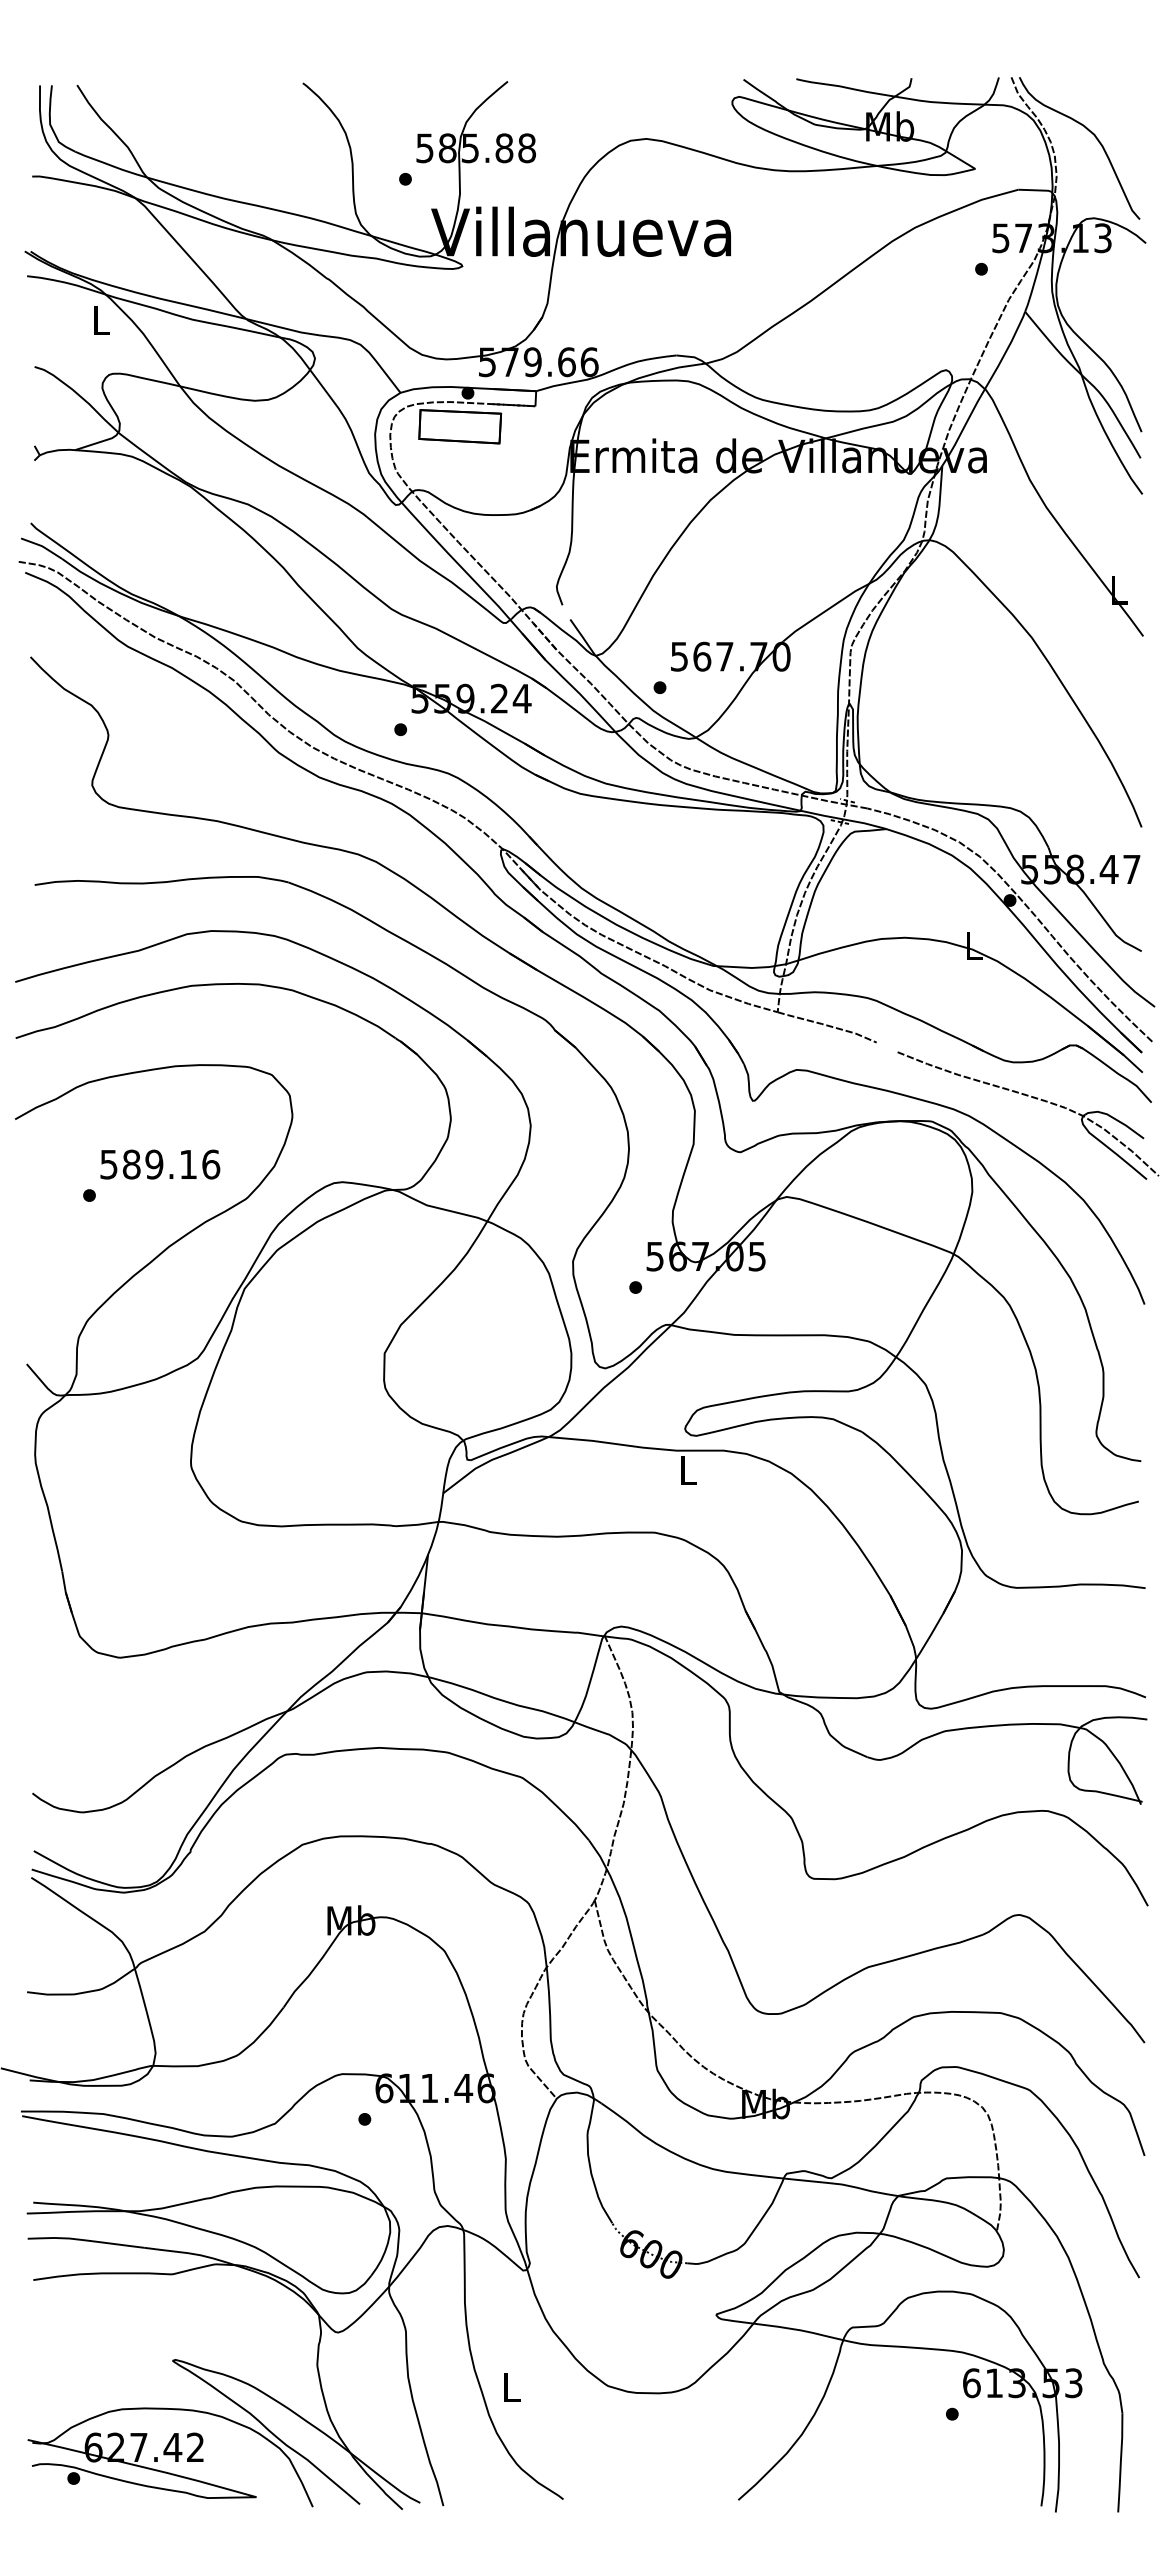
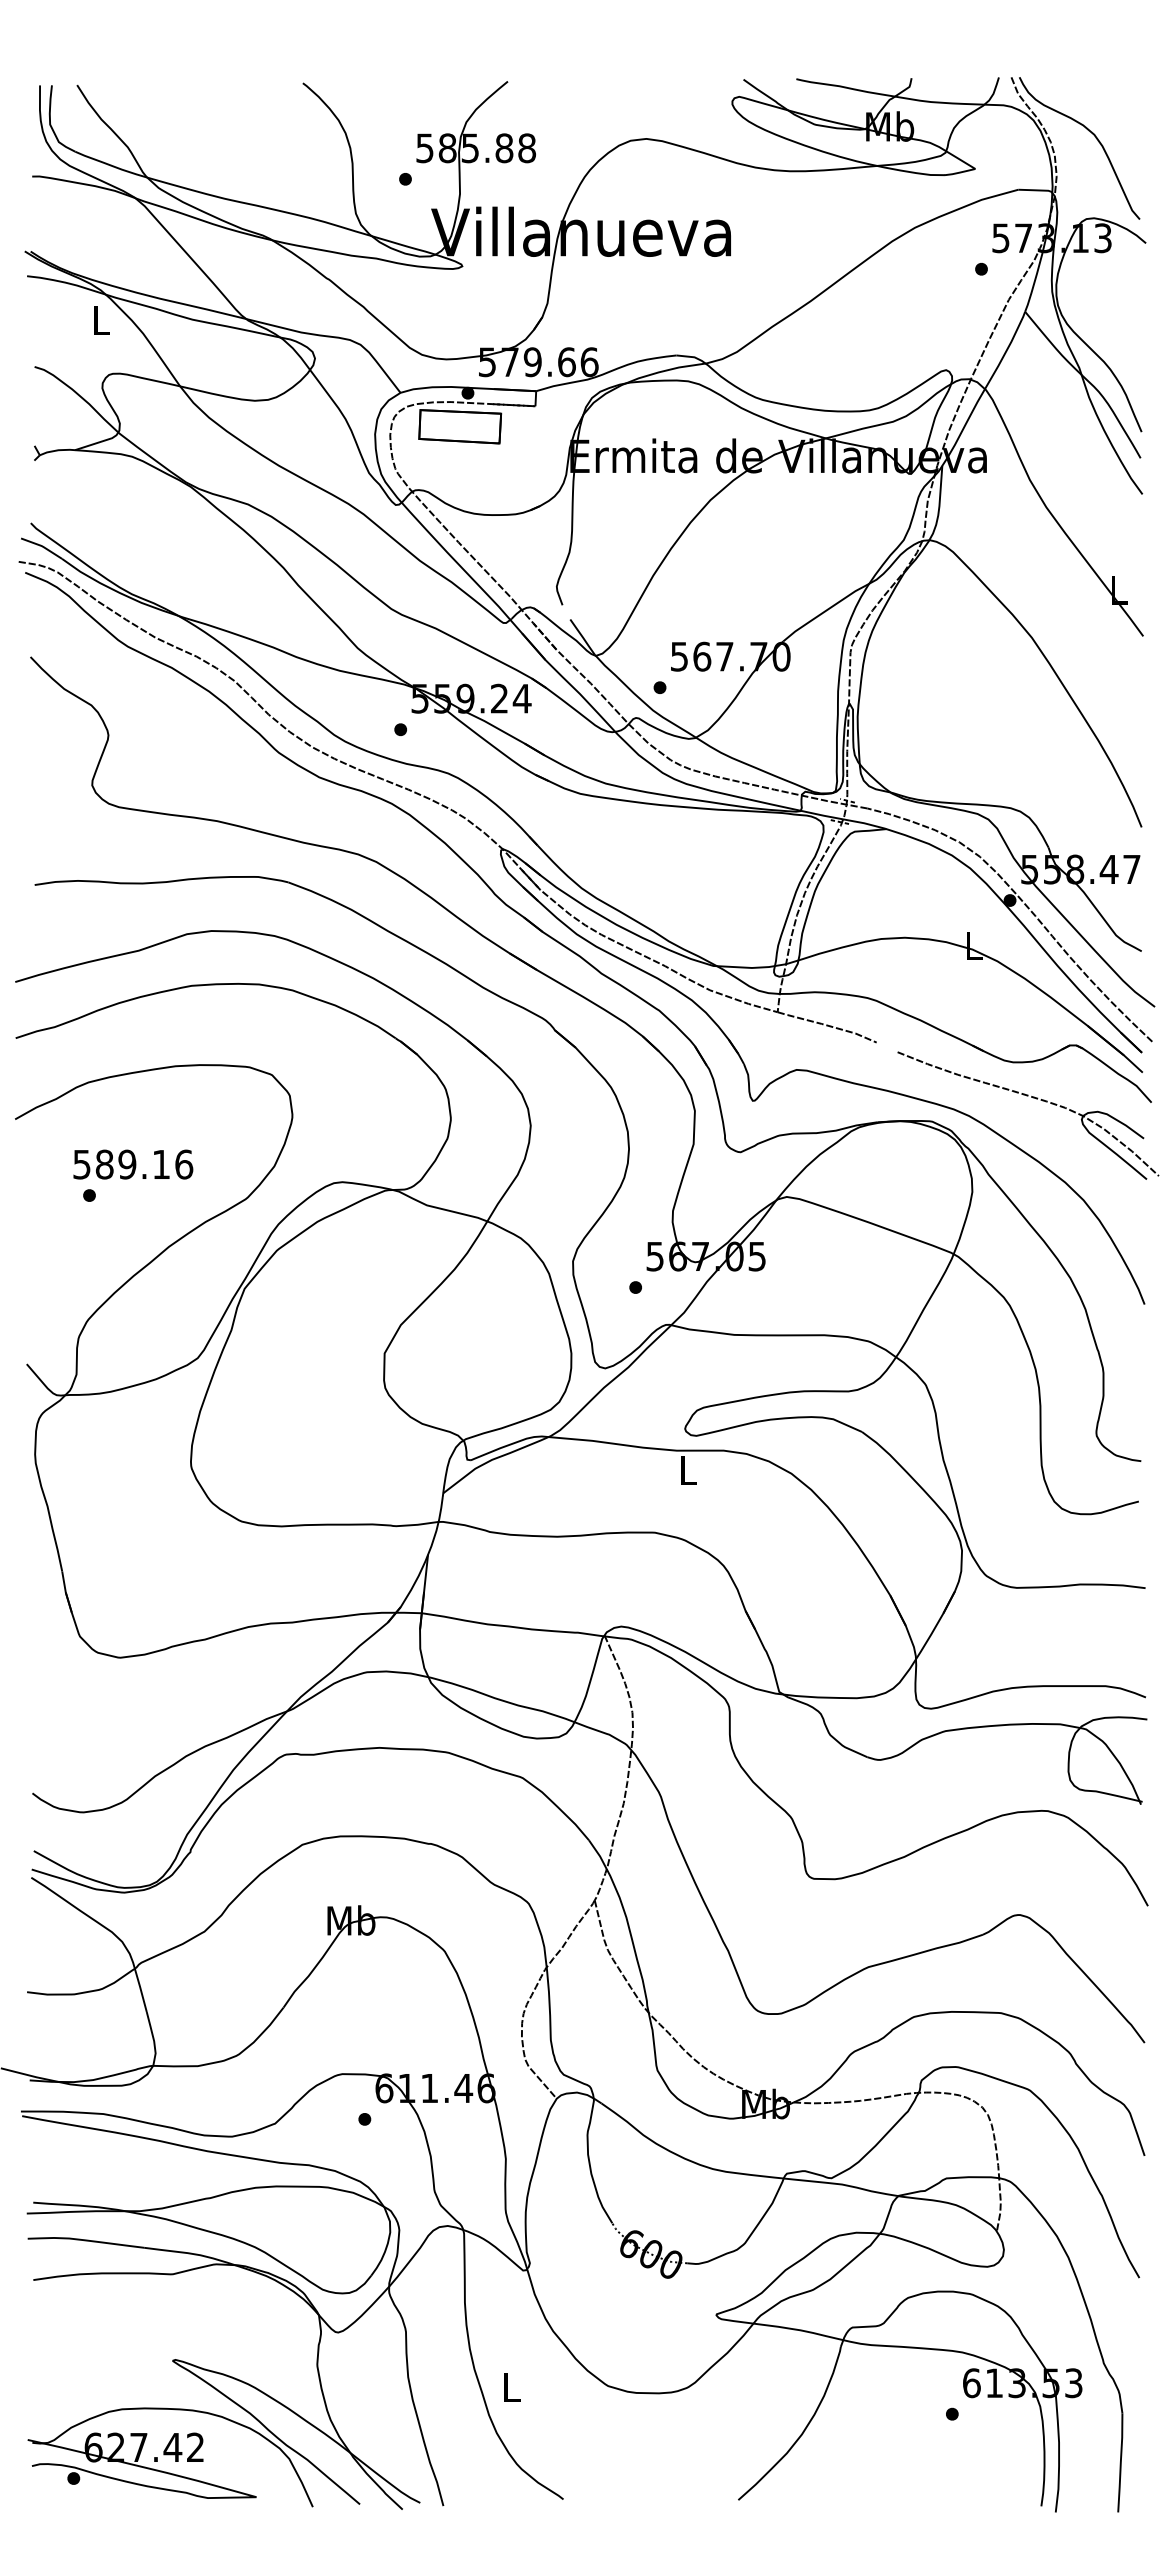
text at (160, 1164) position: (160, 1164) -> (133, 1164)
